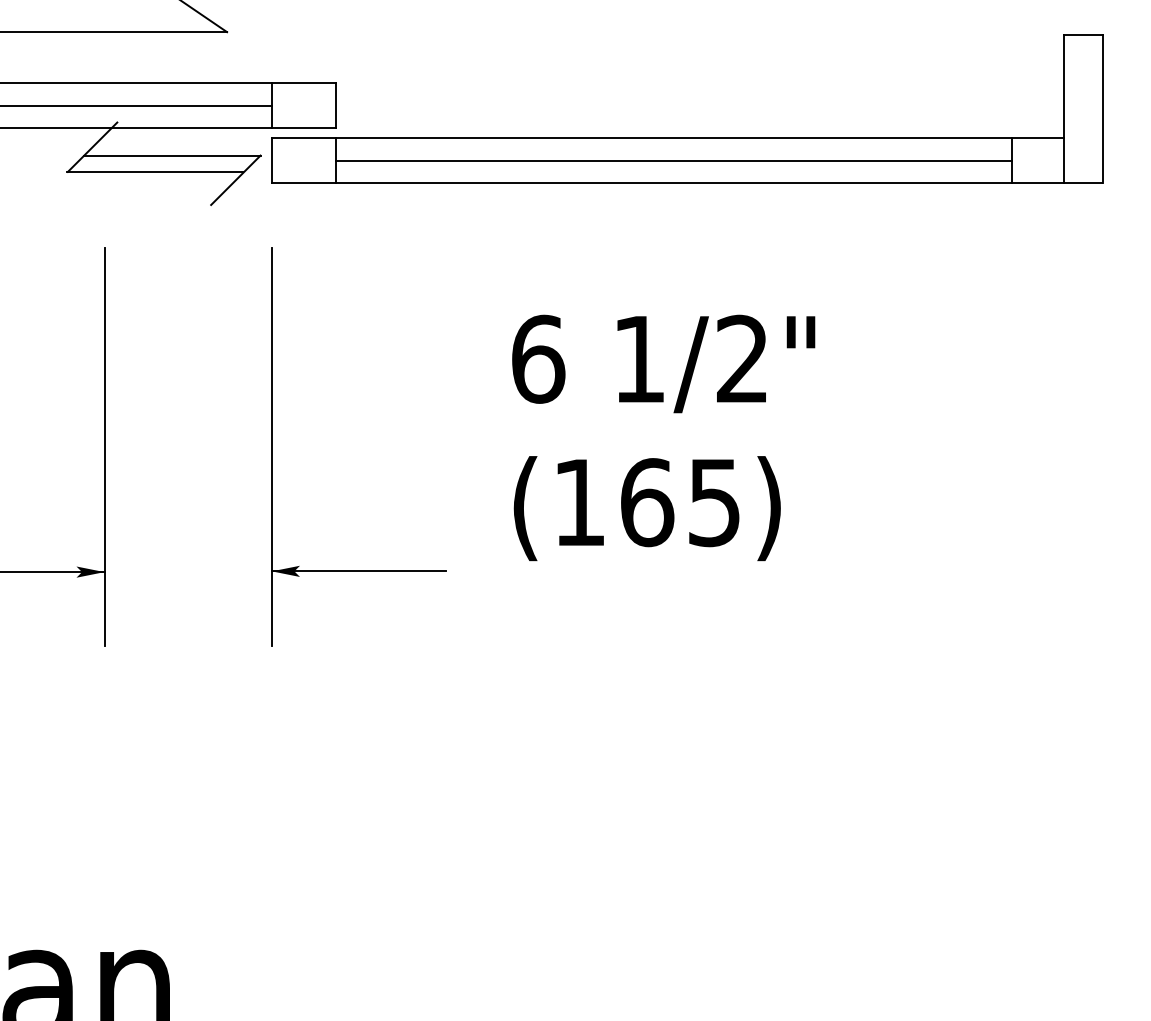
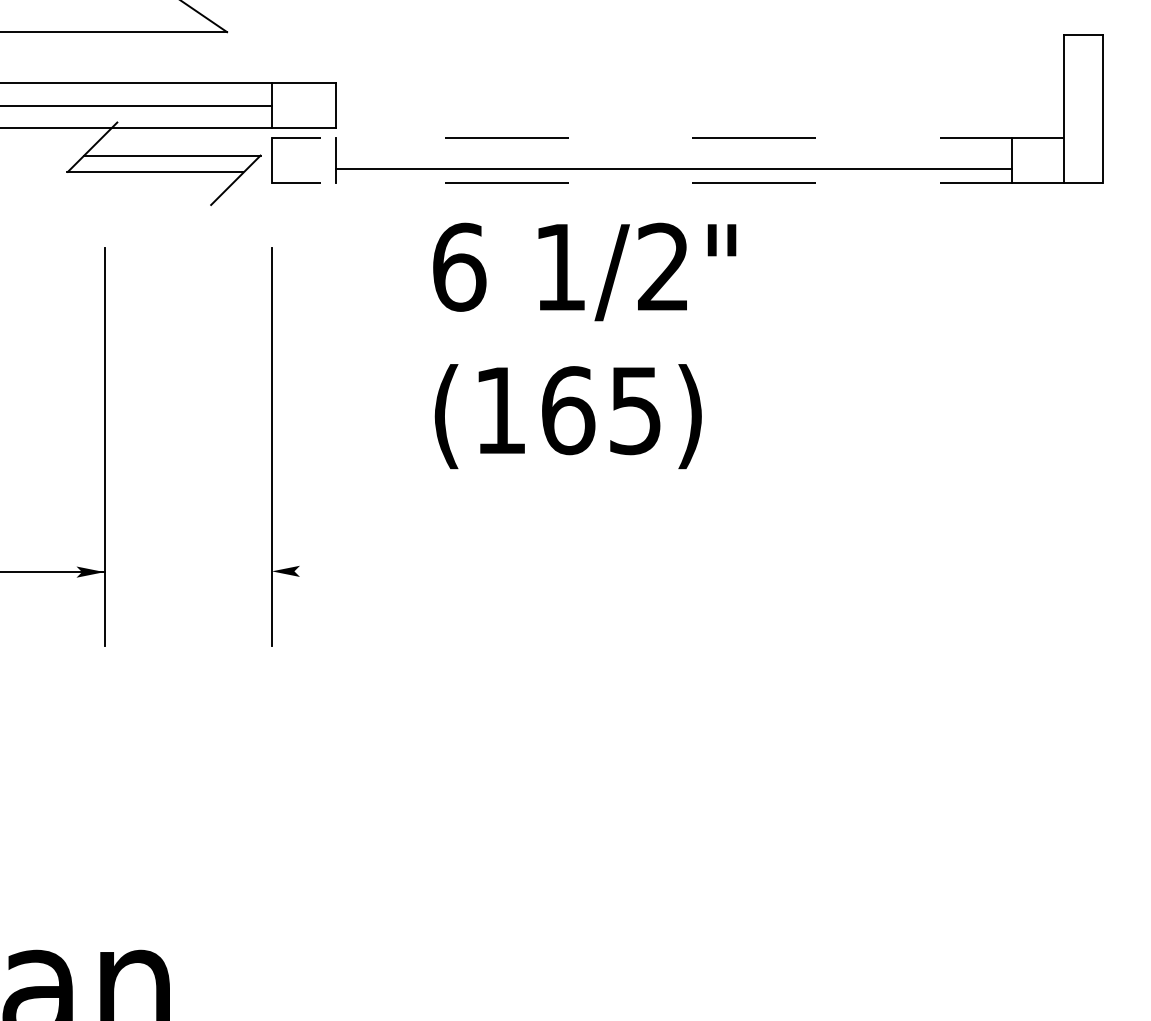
line at (667, 138): solid -> dashed
line at (674, 160) position: (674, 160) -> (674, 168)
line at (667, 183): solid -> dashed
text at (663, 437) position: (663, 437) -> (584, 345)
line at (358, 571): present -> none
